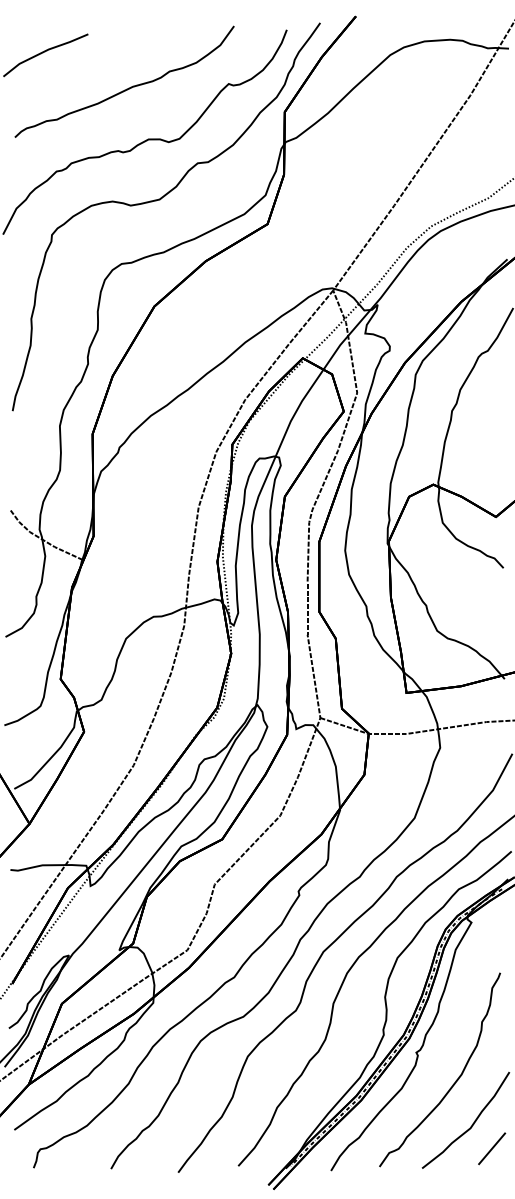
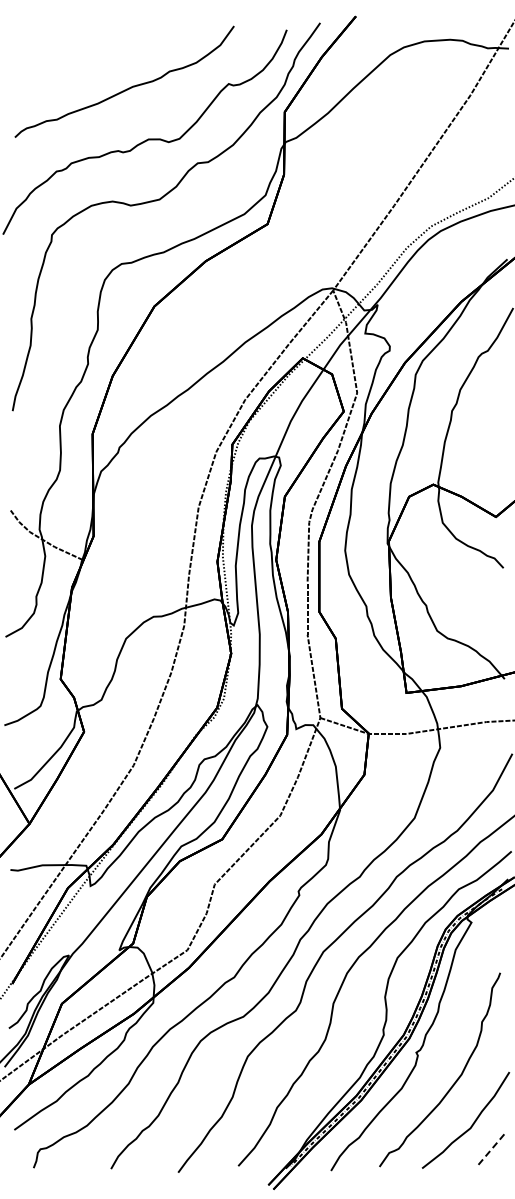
line at (43, 53): present -> none
line at (492, 1148): solid -> dashed
